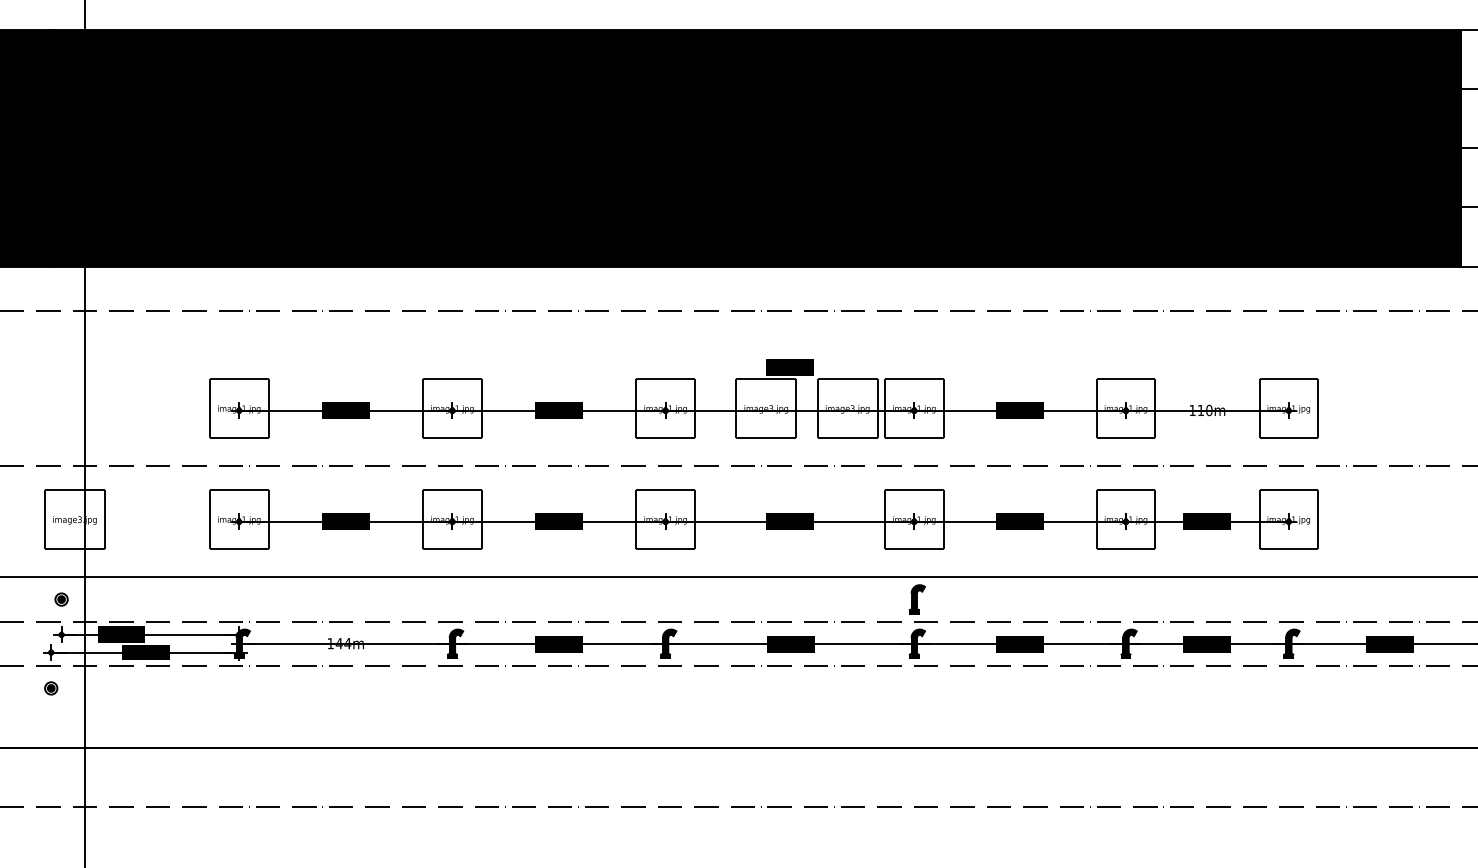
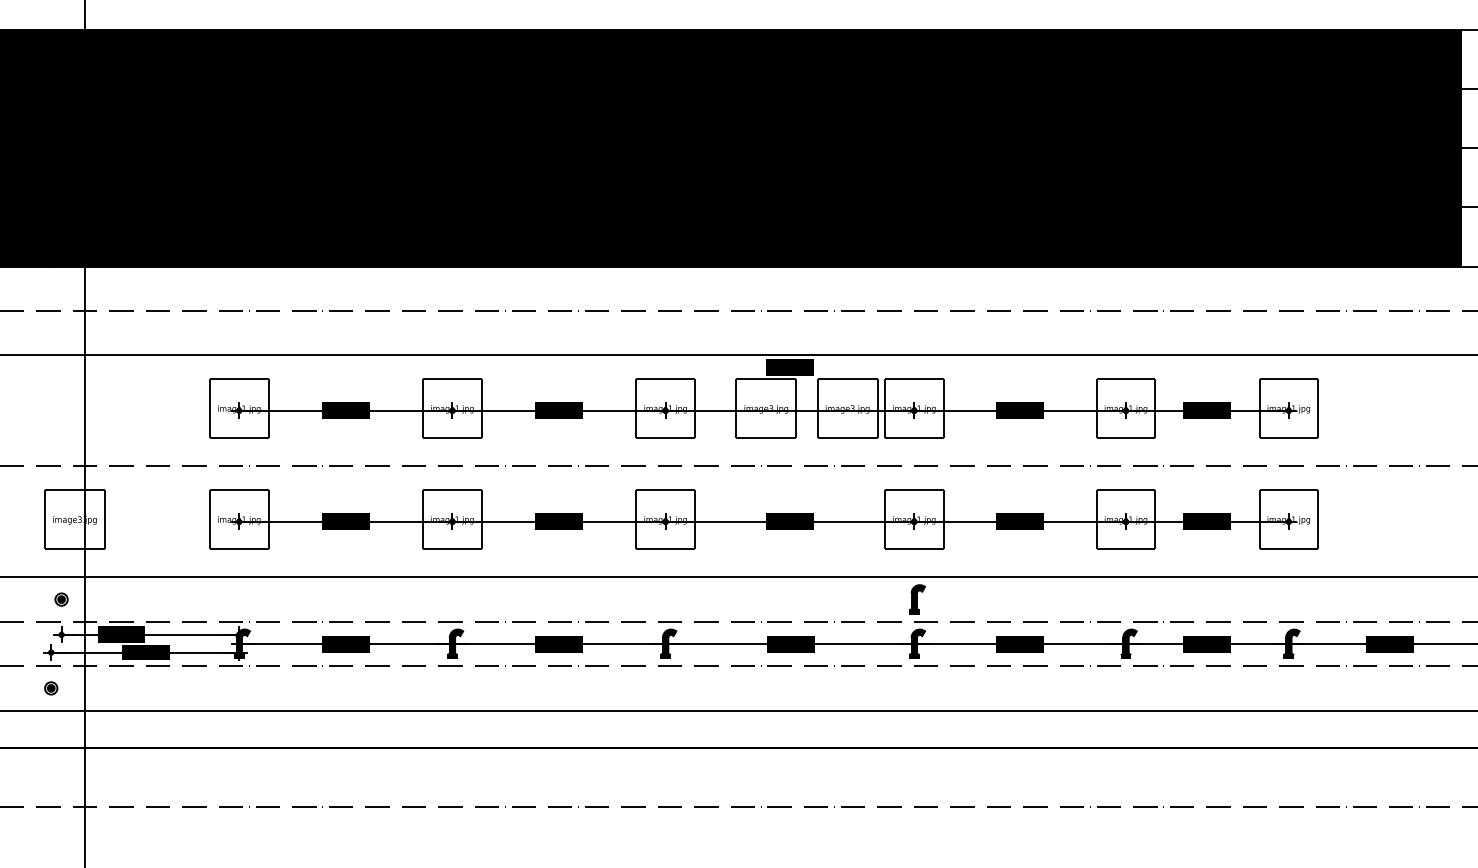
line at (738, 355): none -> present
fill at (1207, 410): none -> present
fill at (345, 643): none -> present
line at (738, 710): none -> present
